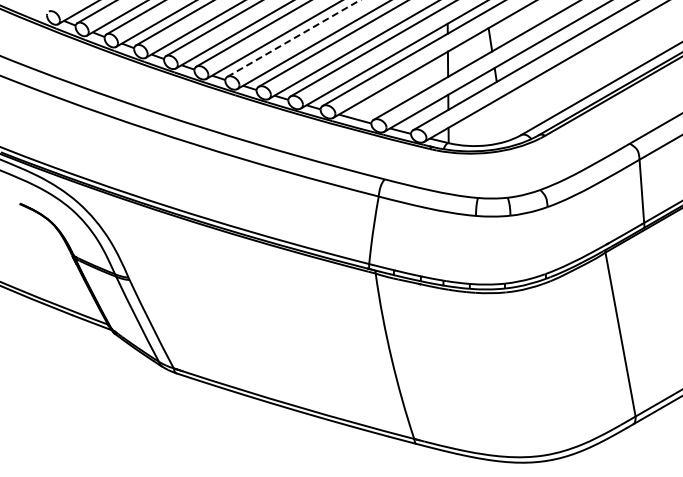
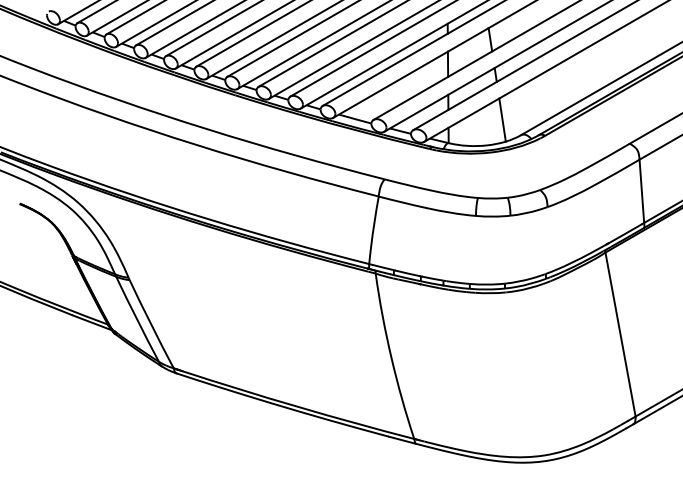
line at (294, 38): dashed -> solid
line at (502, 119): none -> present
